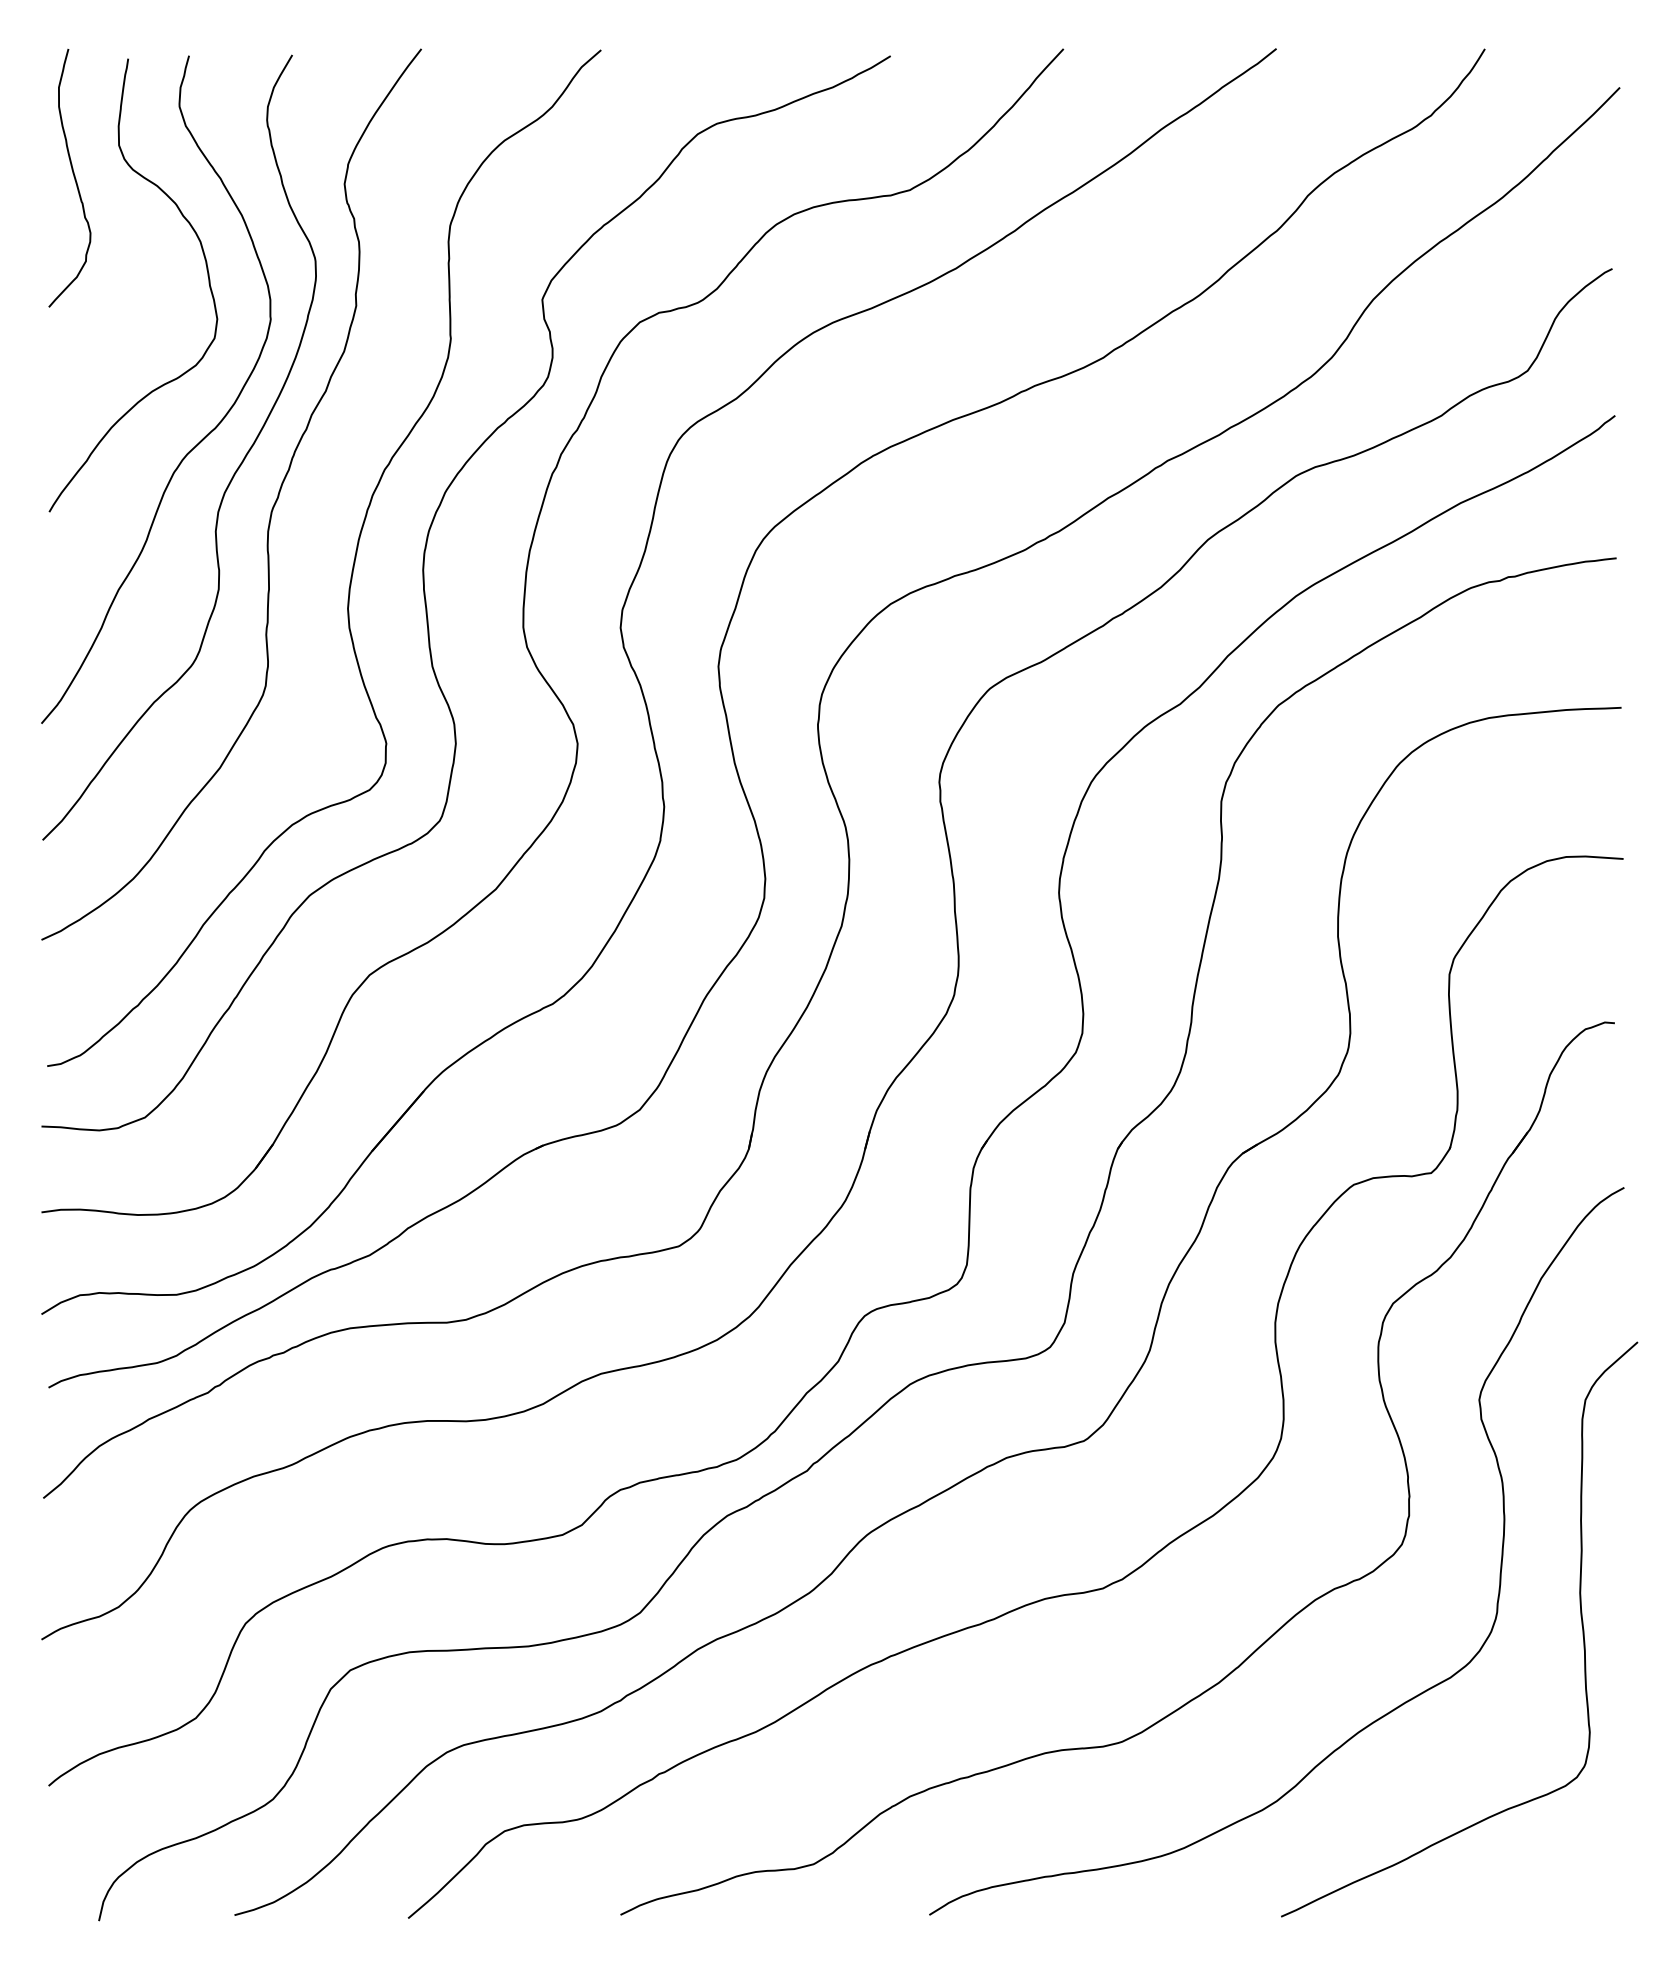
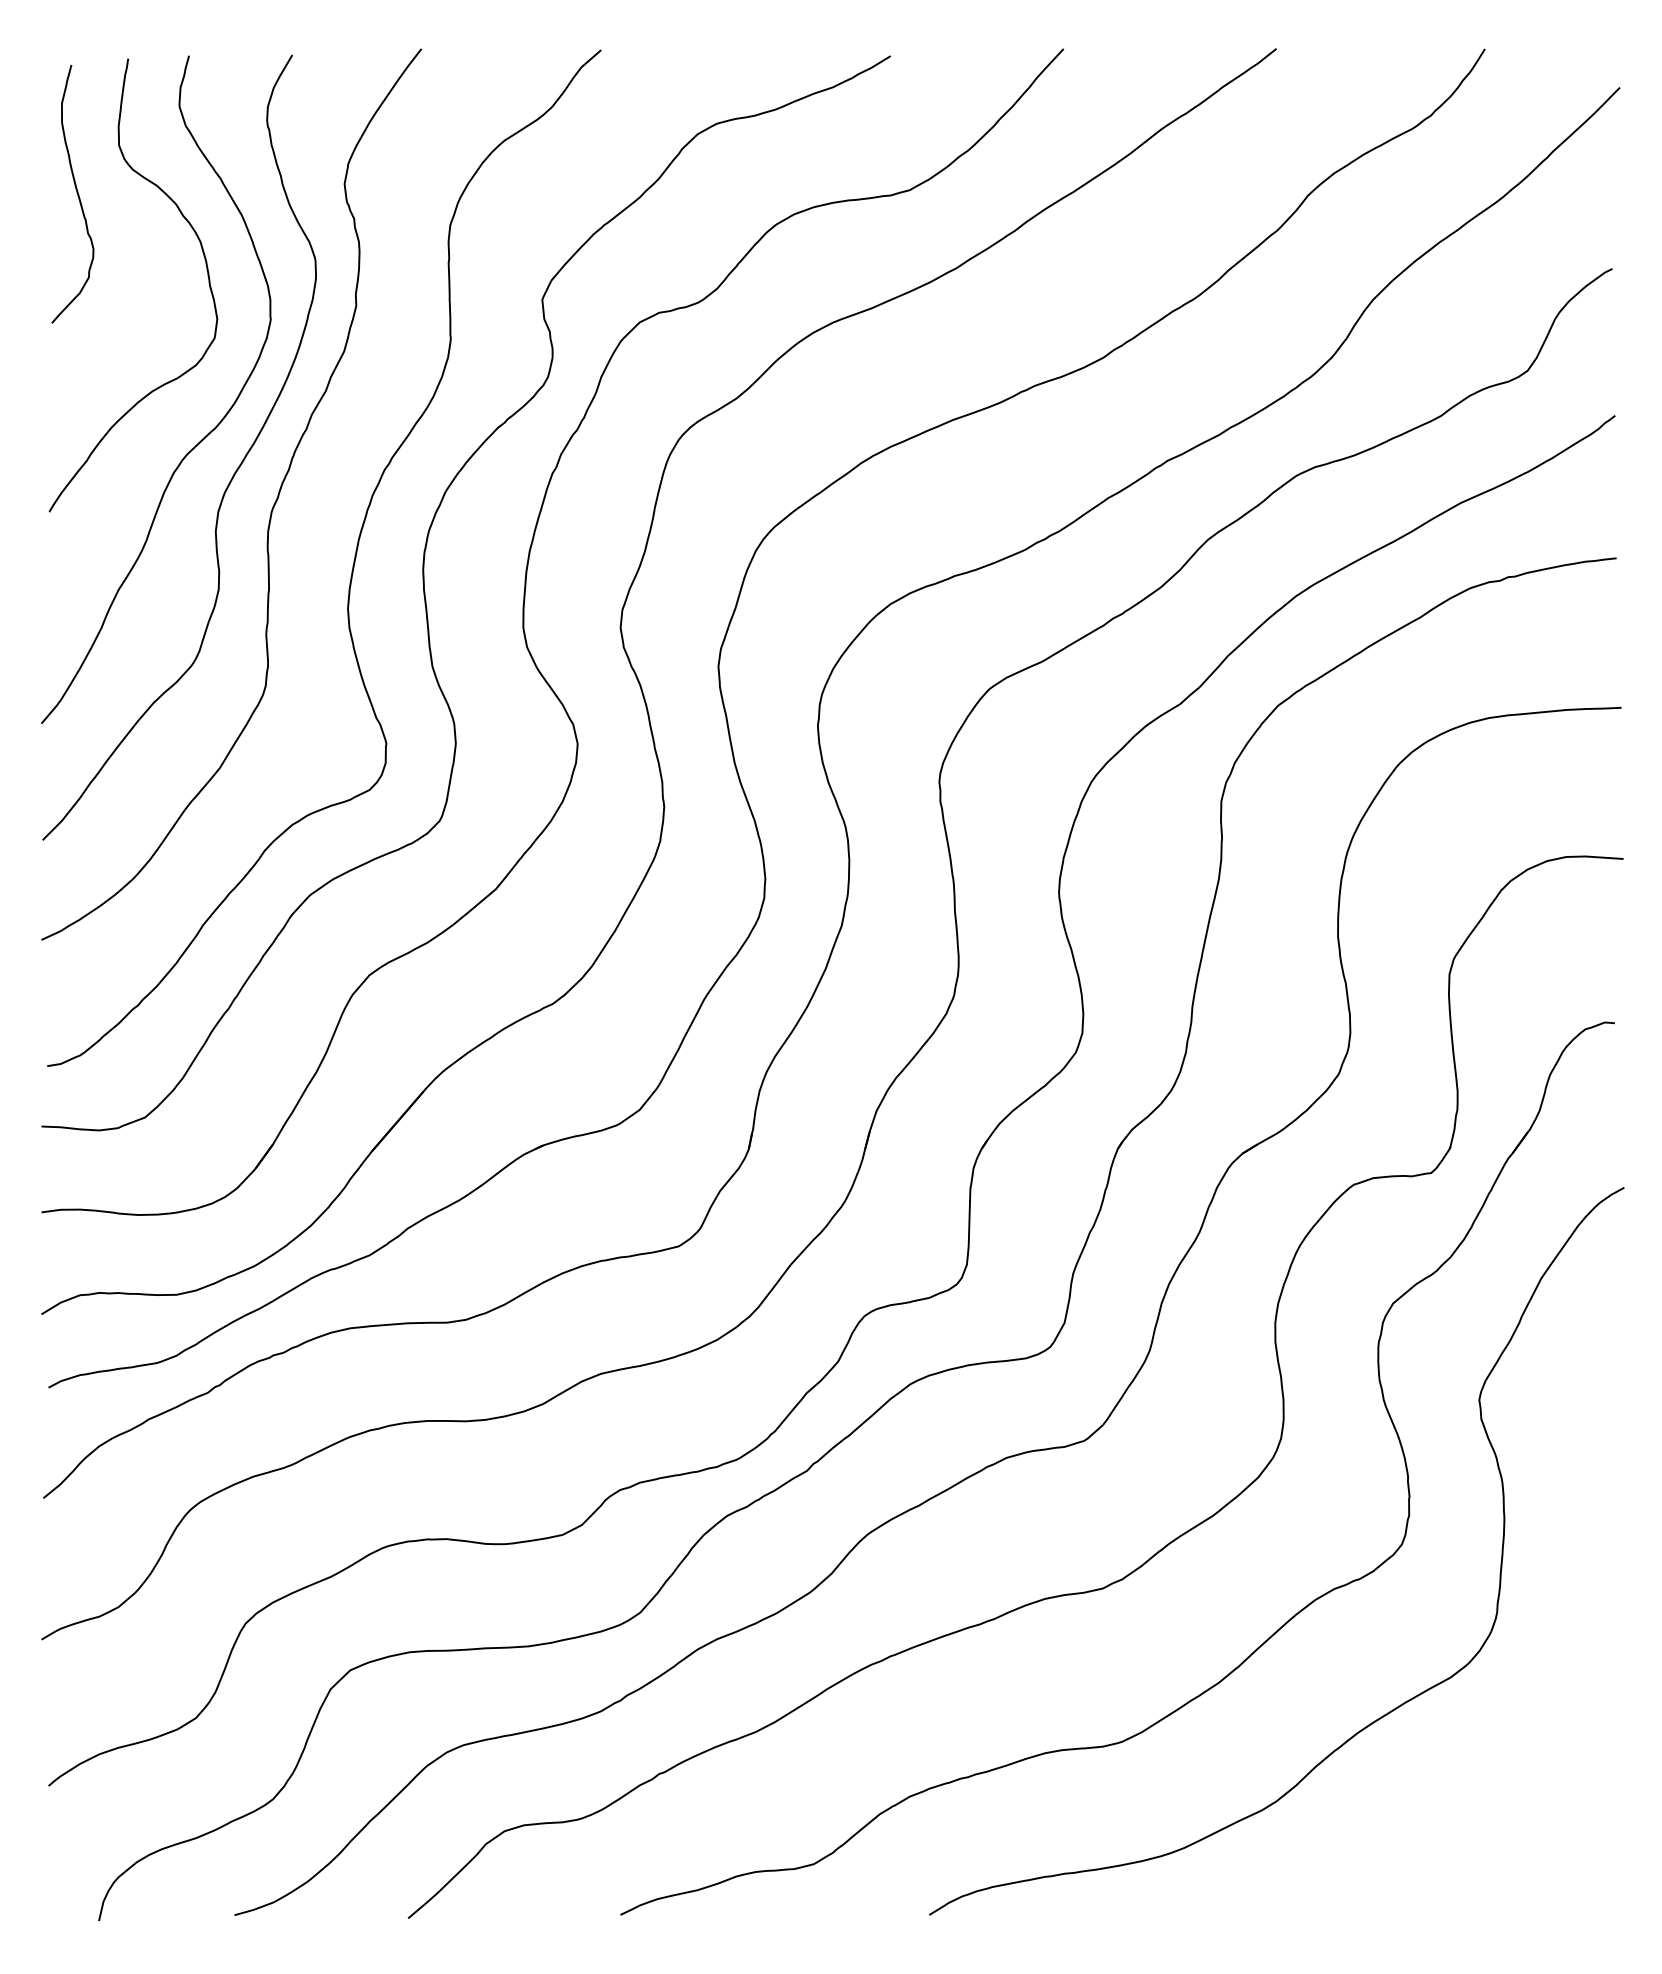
curve at (73, 177) position: (73, 177) -> (76, 193)
curve at (1580, 1617): present -> none
